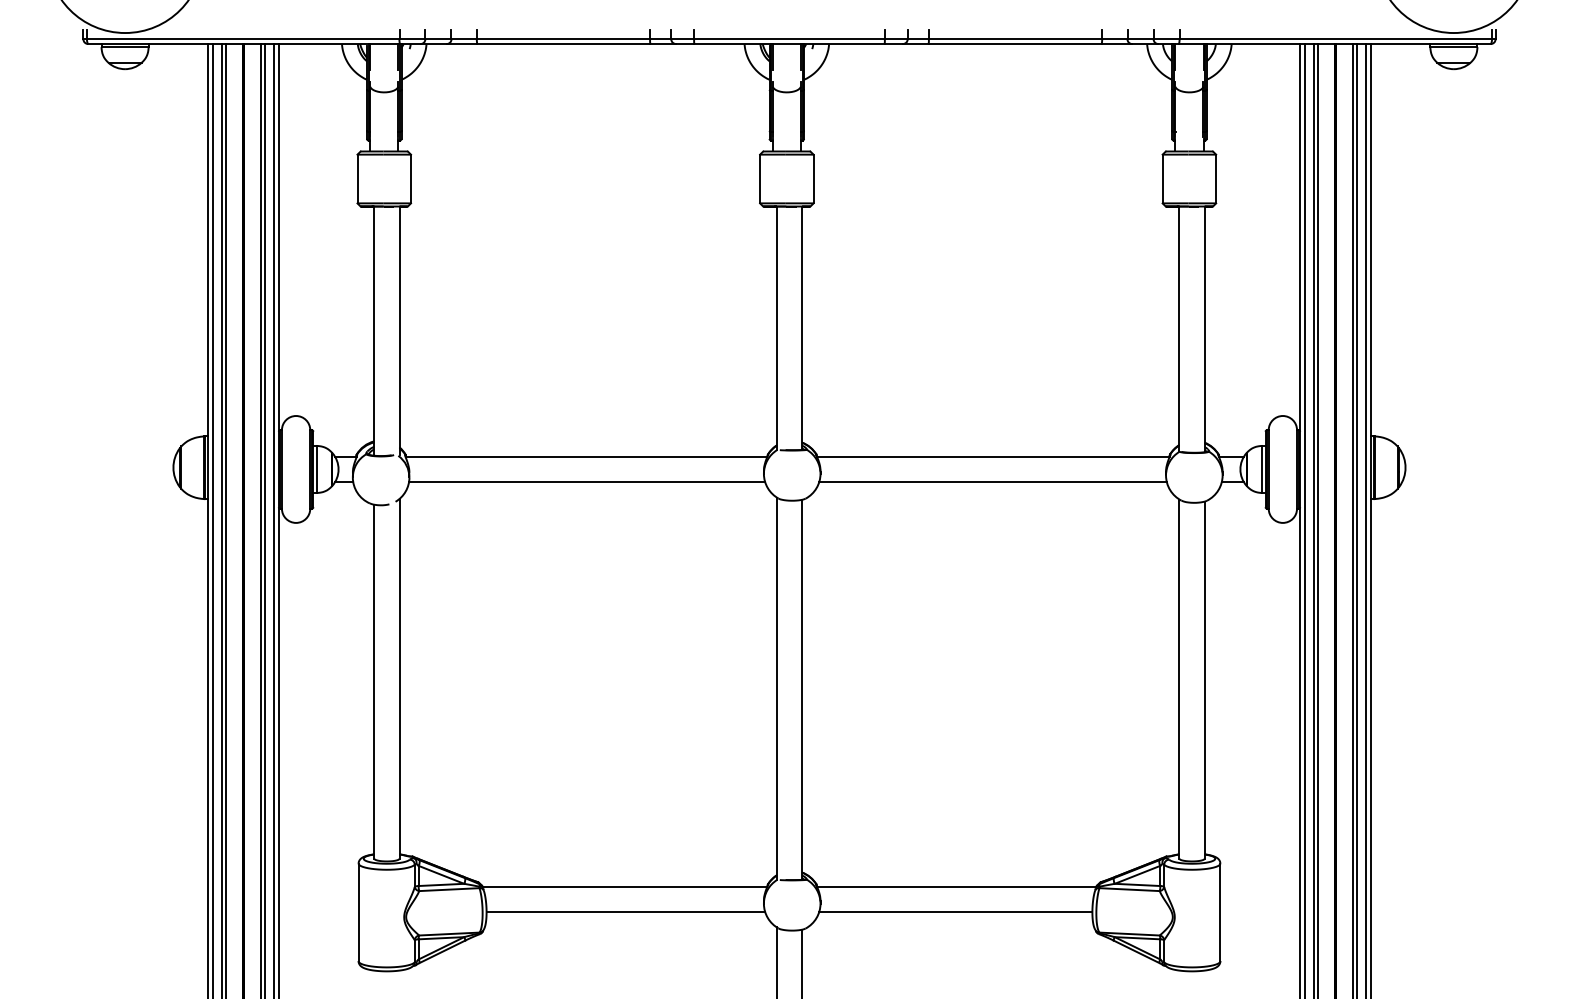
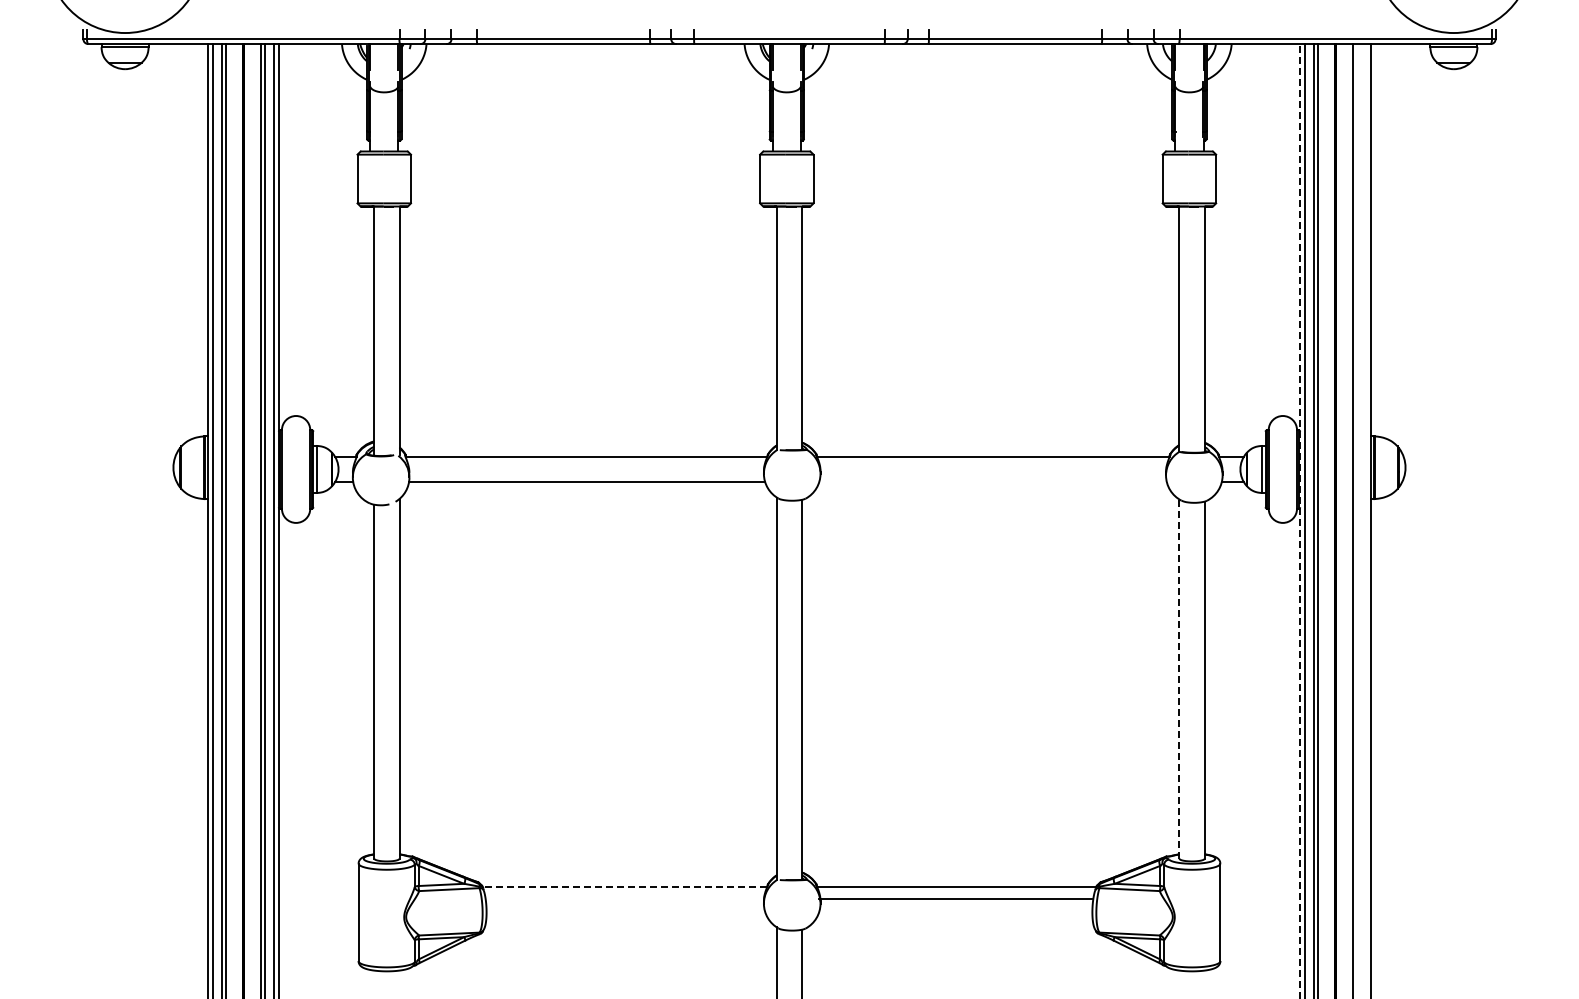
line at (992, 482): present -> none
line at (1356, 519): present -> none
line at (1366, 519): present -> none
line at (1300, 520): solid -> dashed
line at (1179, 679): solid -> dashed
line at (624, 886): solid -> dashed
line at (625, 911): present -> none
line at (955, 911) position: (955, 911) -> (955, 898)
